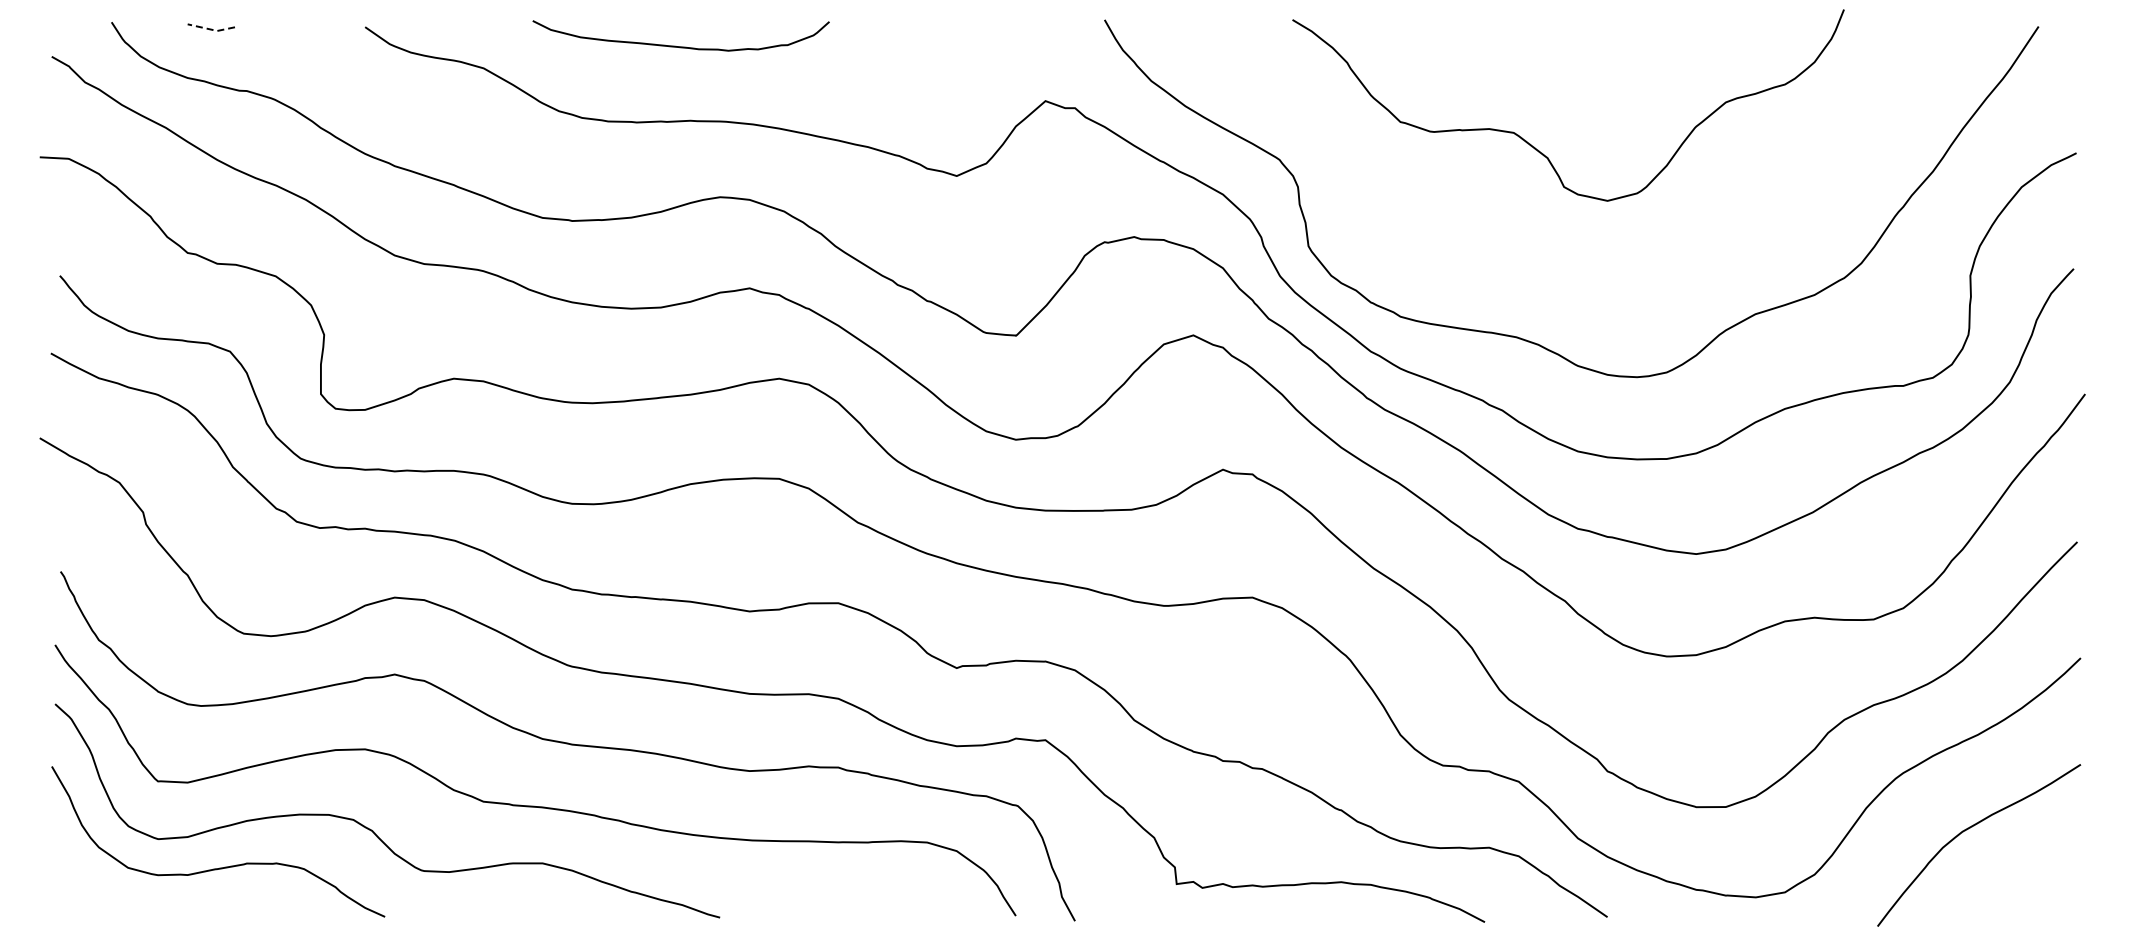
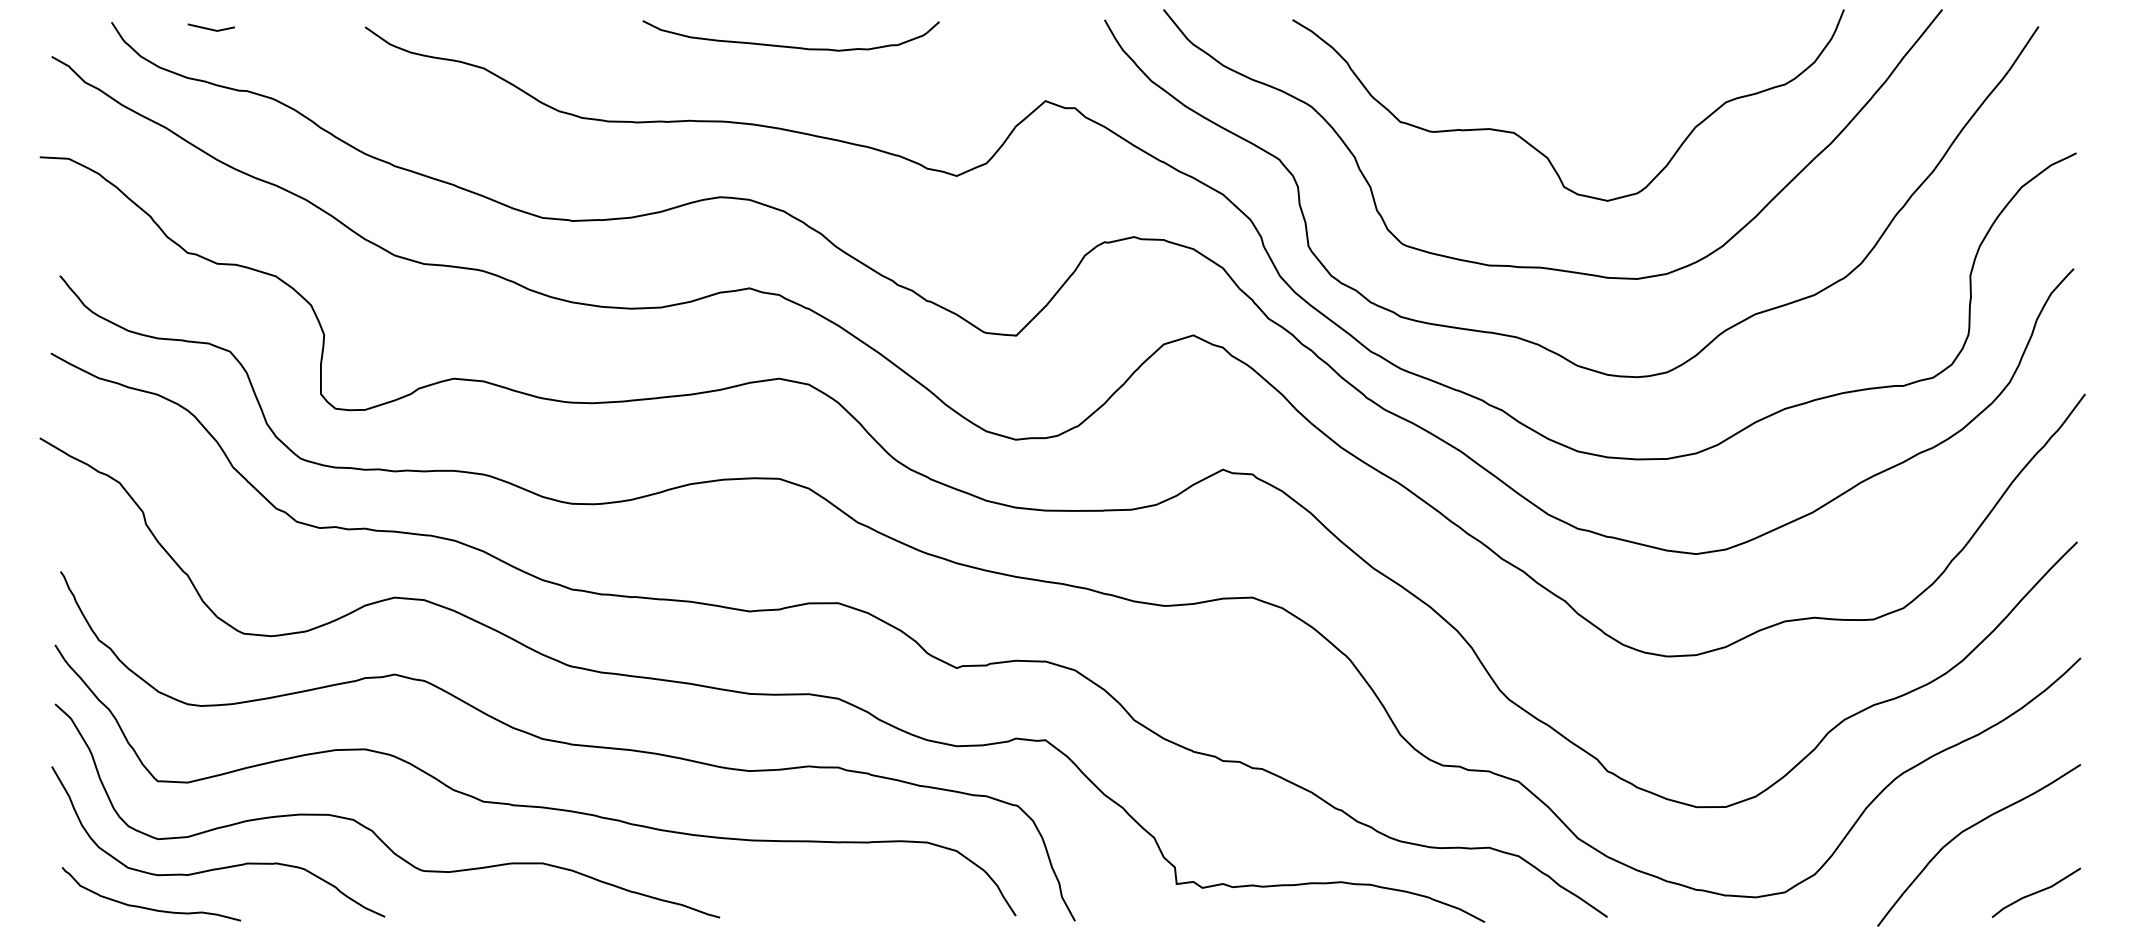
line at (211, 29): dashed -> solid
curve at (680, 46) position: (680, 46) -> (790, 46)
curve at (1541, 266): none -> present
line at (2035, 892): none -> present
curve at (148, 907): none -> present
